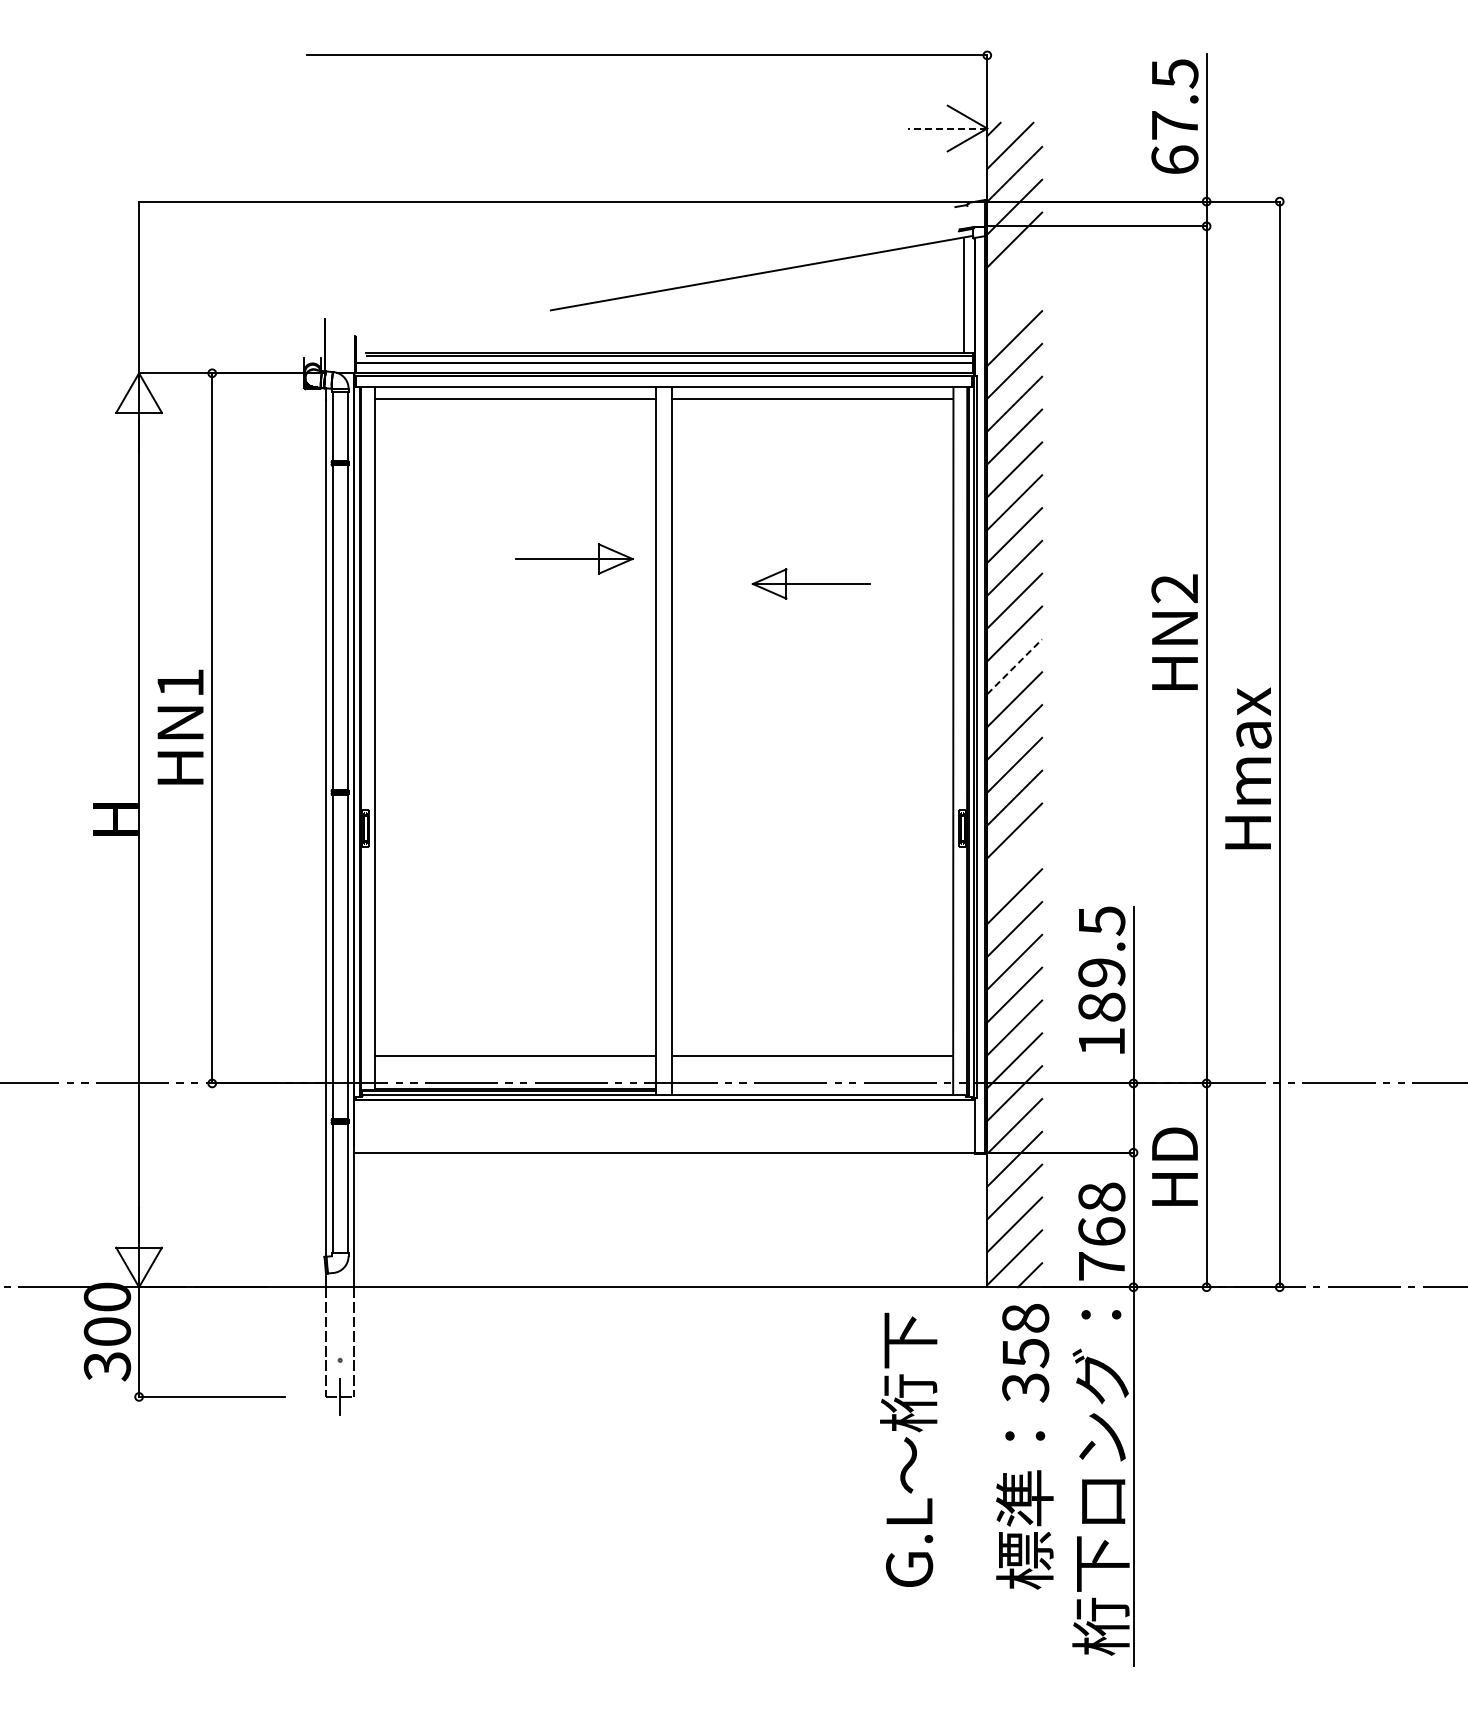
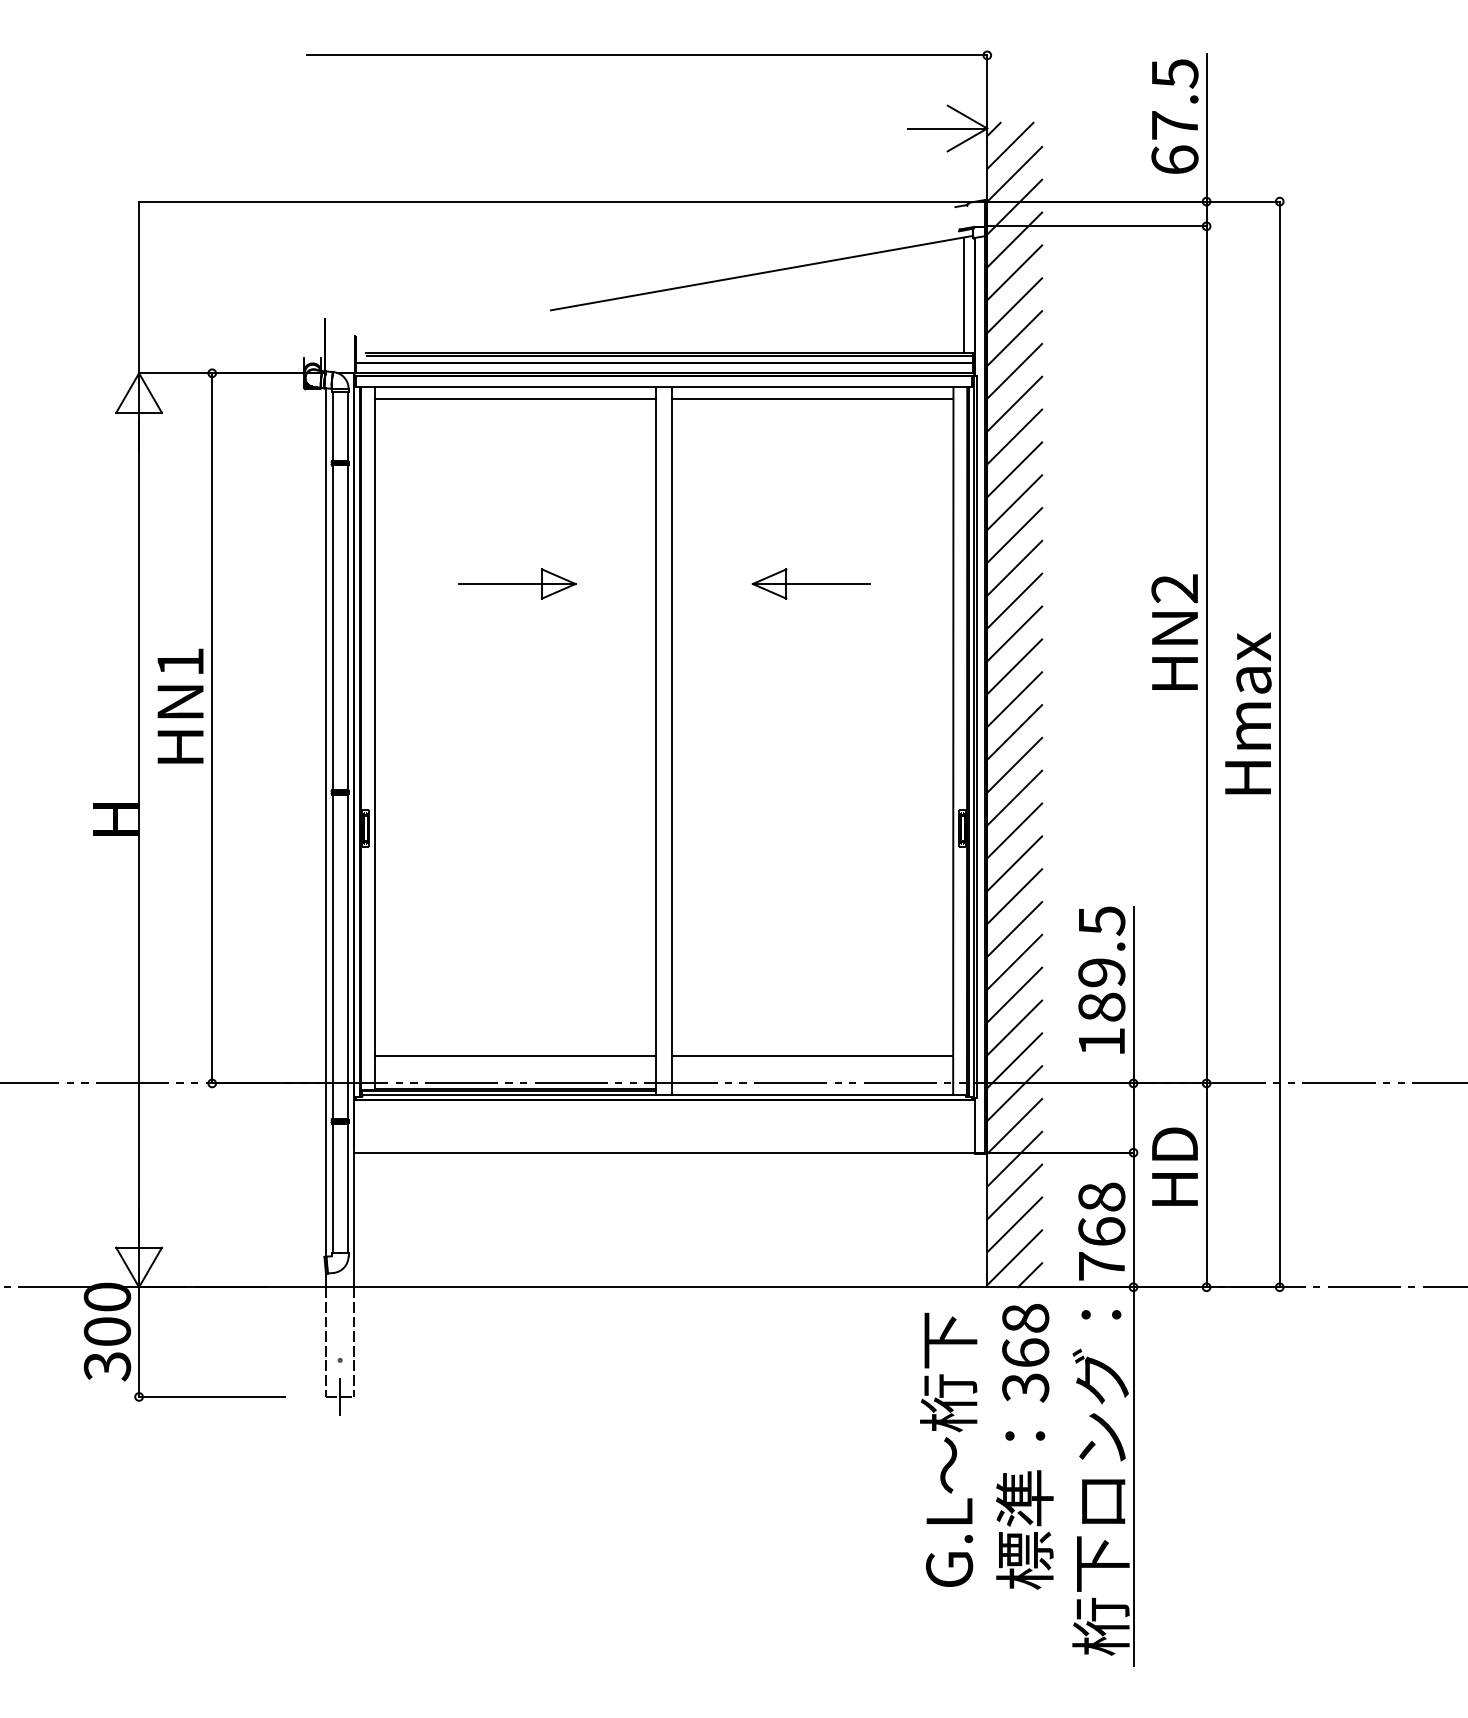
line at (947, 128): dashed -> solid
line at (1014, 272): none -> present
line at (1014, 305): none -> present
part at (574, 558) position: (574, 558) -> (517, 583)
line at (1014, 666): dashed -> solid
text at (180, 726) position: (180, 726) -> (180, 705)
text at (1248, 768) position: (1248, 768) -> (1248, 713)
line at (1014, 863): none -> present
text at (1025, 1353): 358 -> 368
text at (908, 1449) position: (908, 1449) -> (948, 1449)
